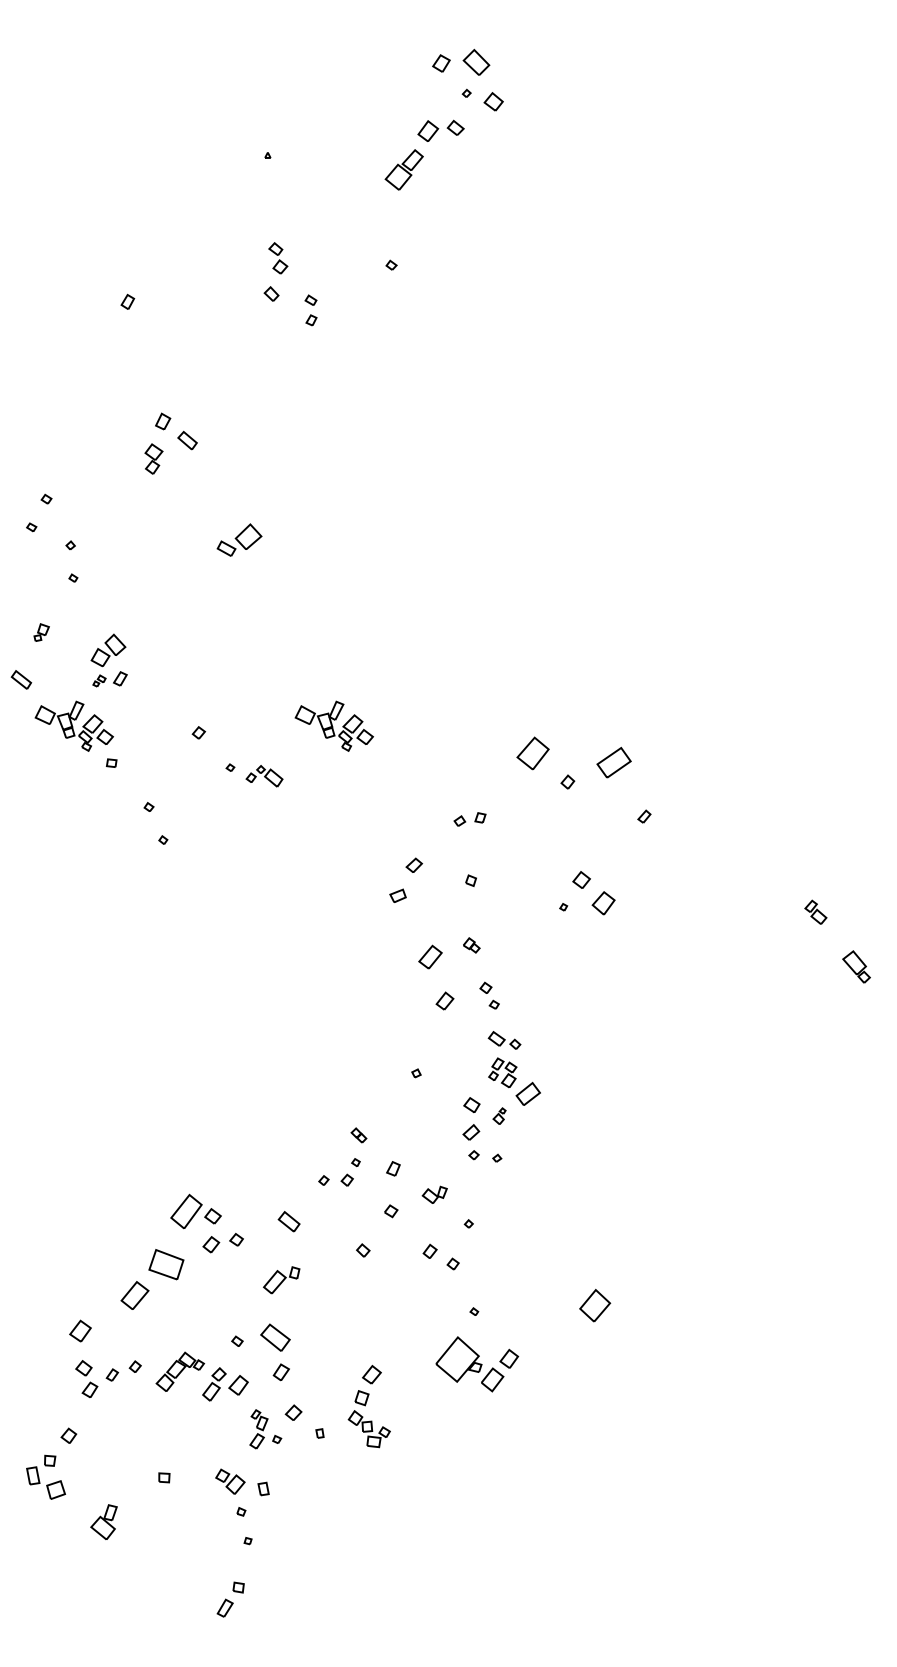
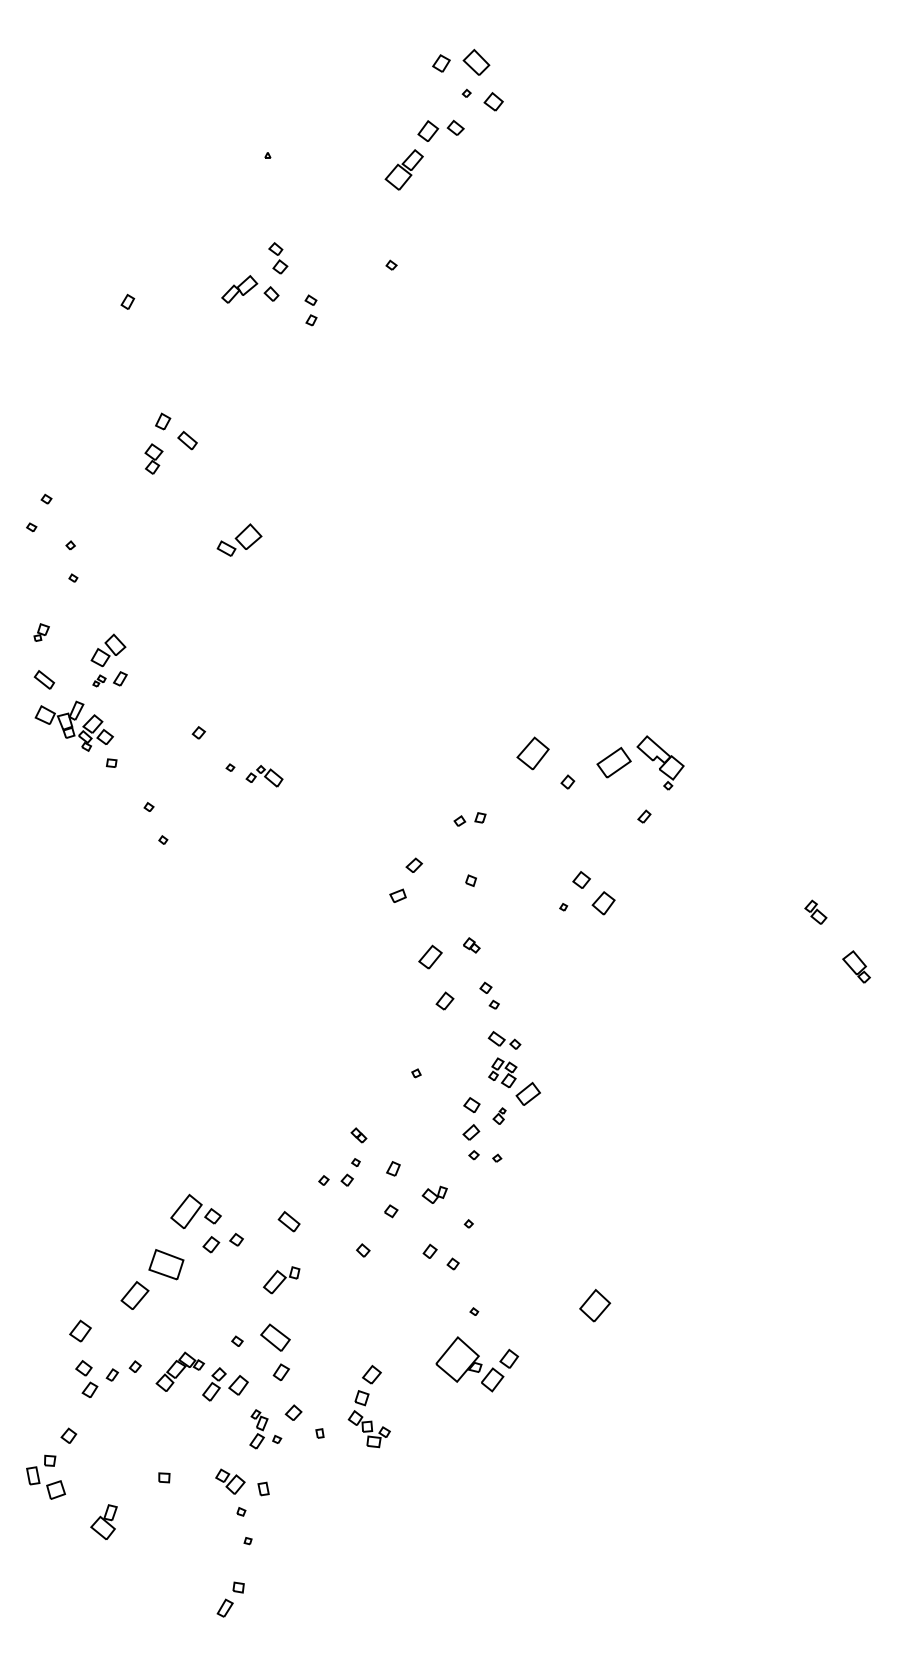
part at (239, 289): none -> present
part at (21, 679) position: (21, 679) -> (44, 679)
part at (333, 725): present -> none
part at (660, 762): none -> present
